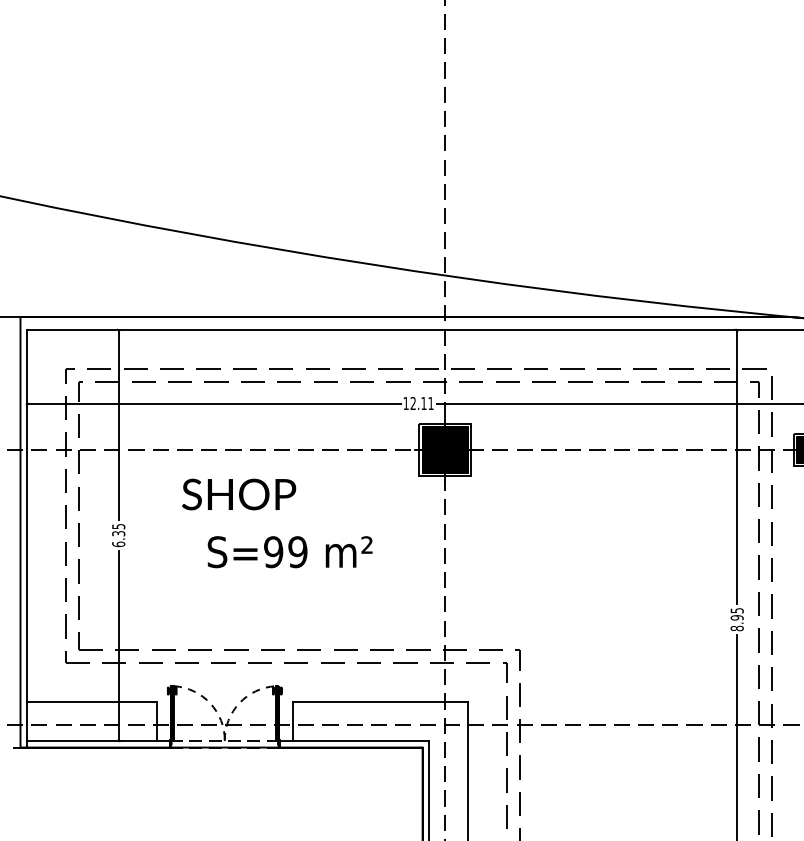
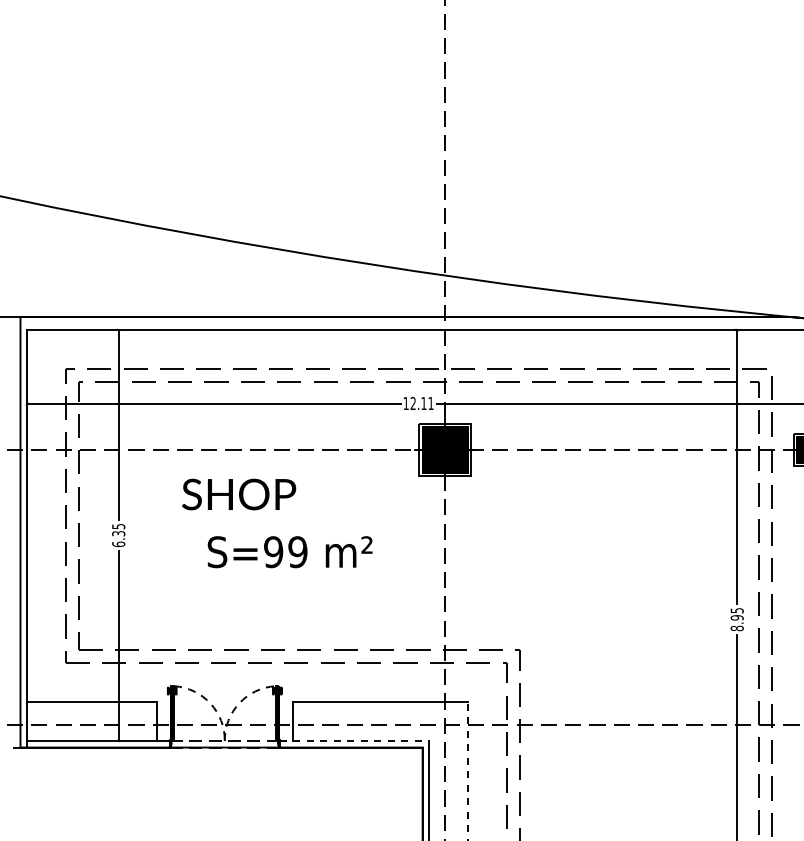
line at (354, 741): solid -> dashed
line at (467, 771): solid -> dashed
